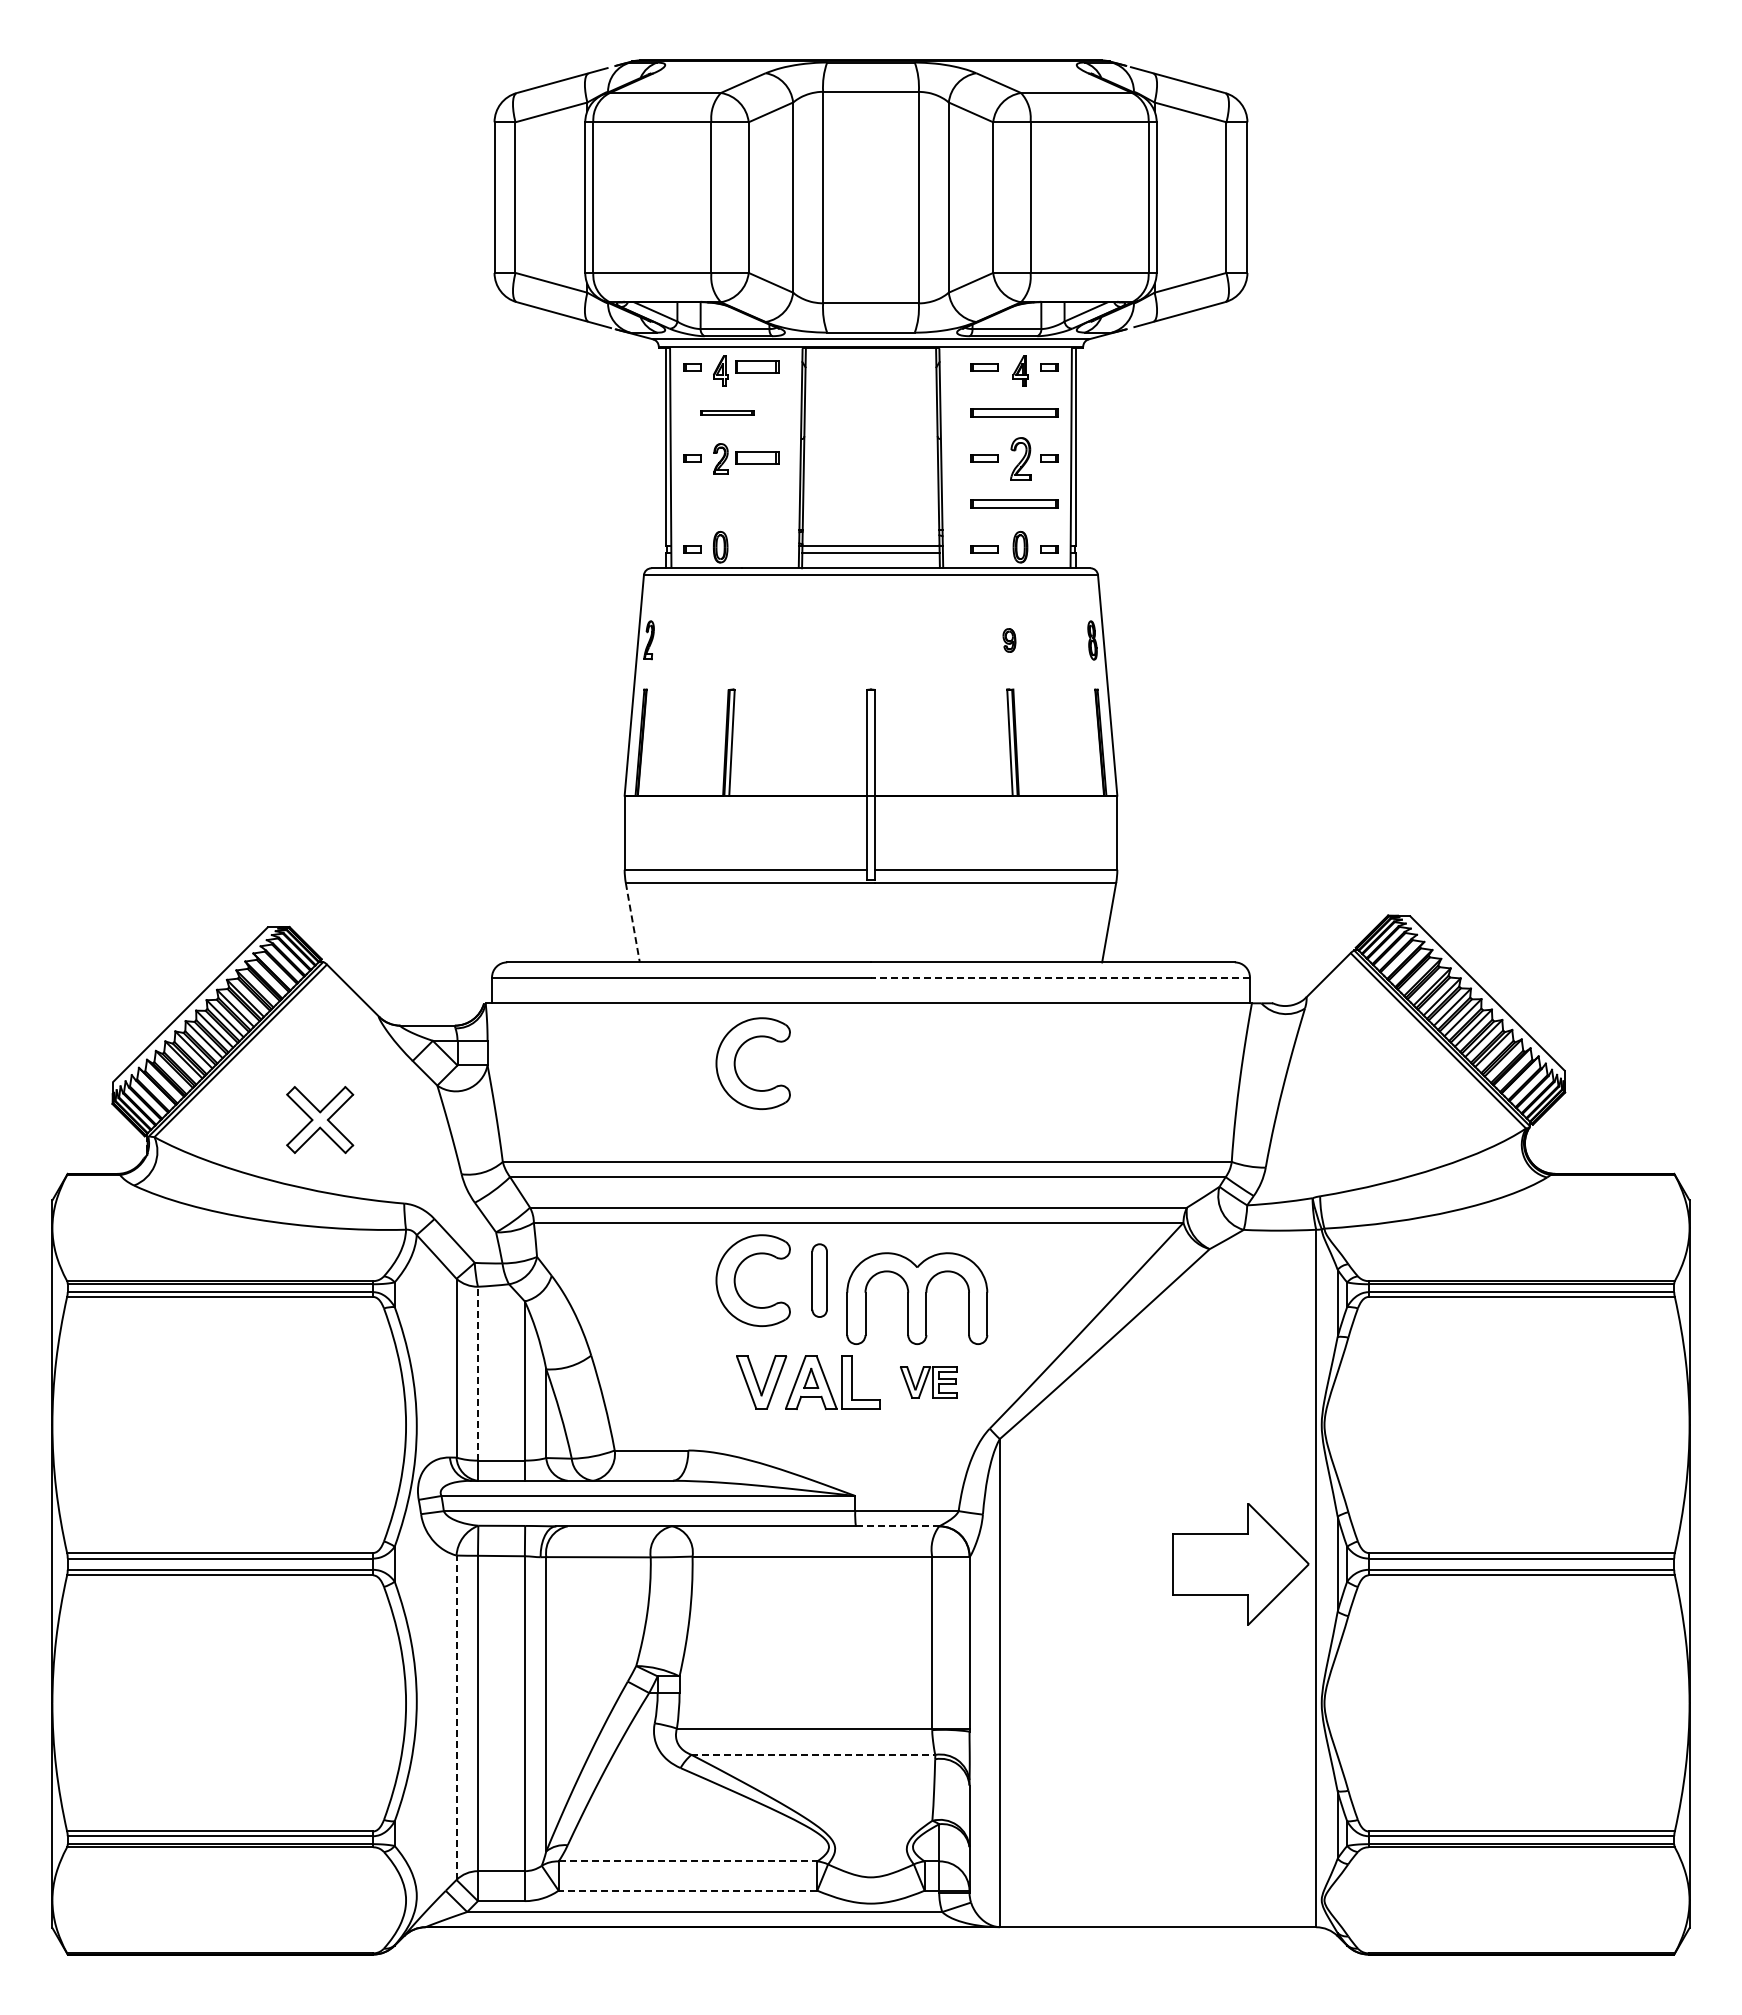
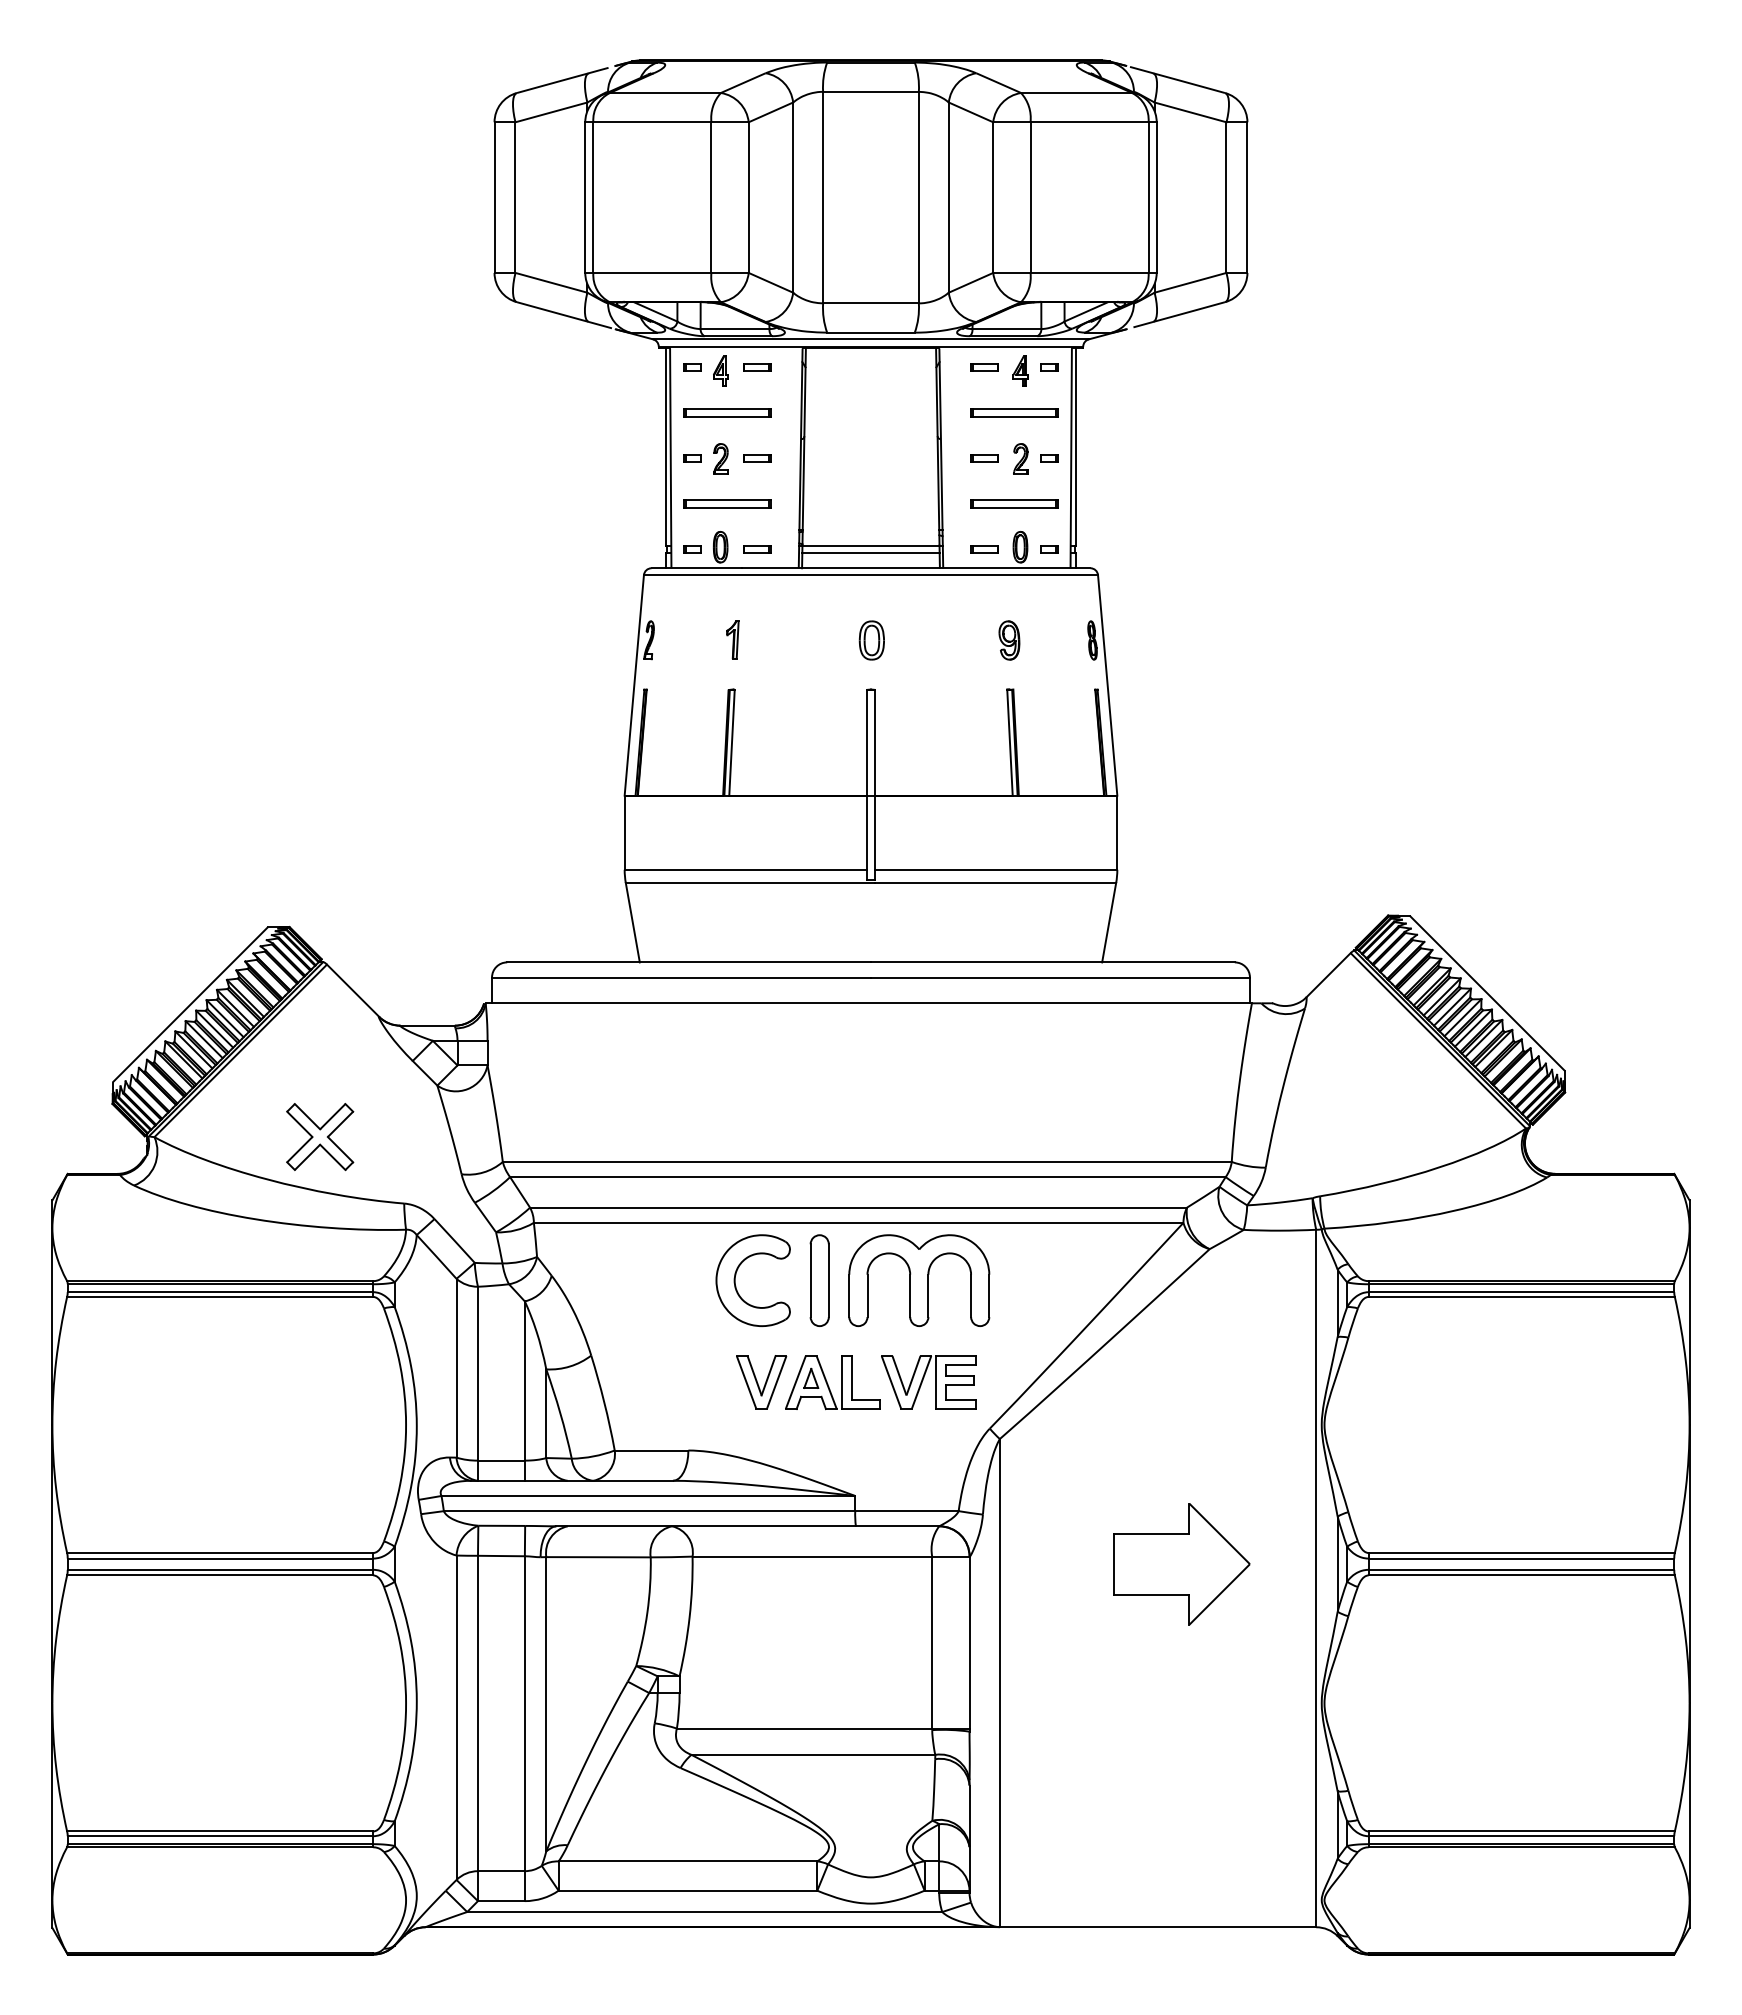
part at (757, 366) size: 45x14 px -> 29x9 px
part at (727, 412) size: 55x6 px -> 89x10 px
part at (757, 457) size: 45x14 px -> 29x9 px
part at (1020, 458) size: 22x44 px -> 16x32 px
part at (727, 503): none -> present
part at (757, 549): none -> present
part at (732, 639): none -> present
part at (871, 640): none -> present
part at (1009, 640) size: 15x25 px -> 23x41 px
line at (632, 923): dashed -> solid
line at (1059, 977): dashed -> solid
part at (736, 1058): present -> none
part at (320, 1120) position: (320, 1120) -> (320, 1137)
part at (819, 1280) size: 17x75 px -> 21x93 px
part at (917, 1298) position: (917, 1298) -> (919, 1280)
line at (477, 1373): dashed -> solid
part at (928, 1382) size: 58x33 px -> 96x55 px
line at (897, 1526): dashed -> solid
part at (1240, 1564) position: (1240, 1564) -> (1181, 1564)
line at (456, 1717): dashed -> solid
line at (813, 1754): dashed -> solid
line at (688, 1861): dashed -> solid
line at (687, 1890): dashed -> solid
